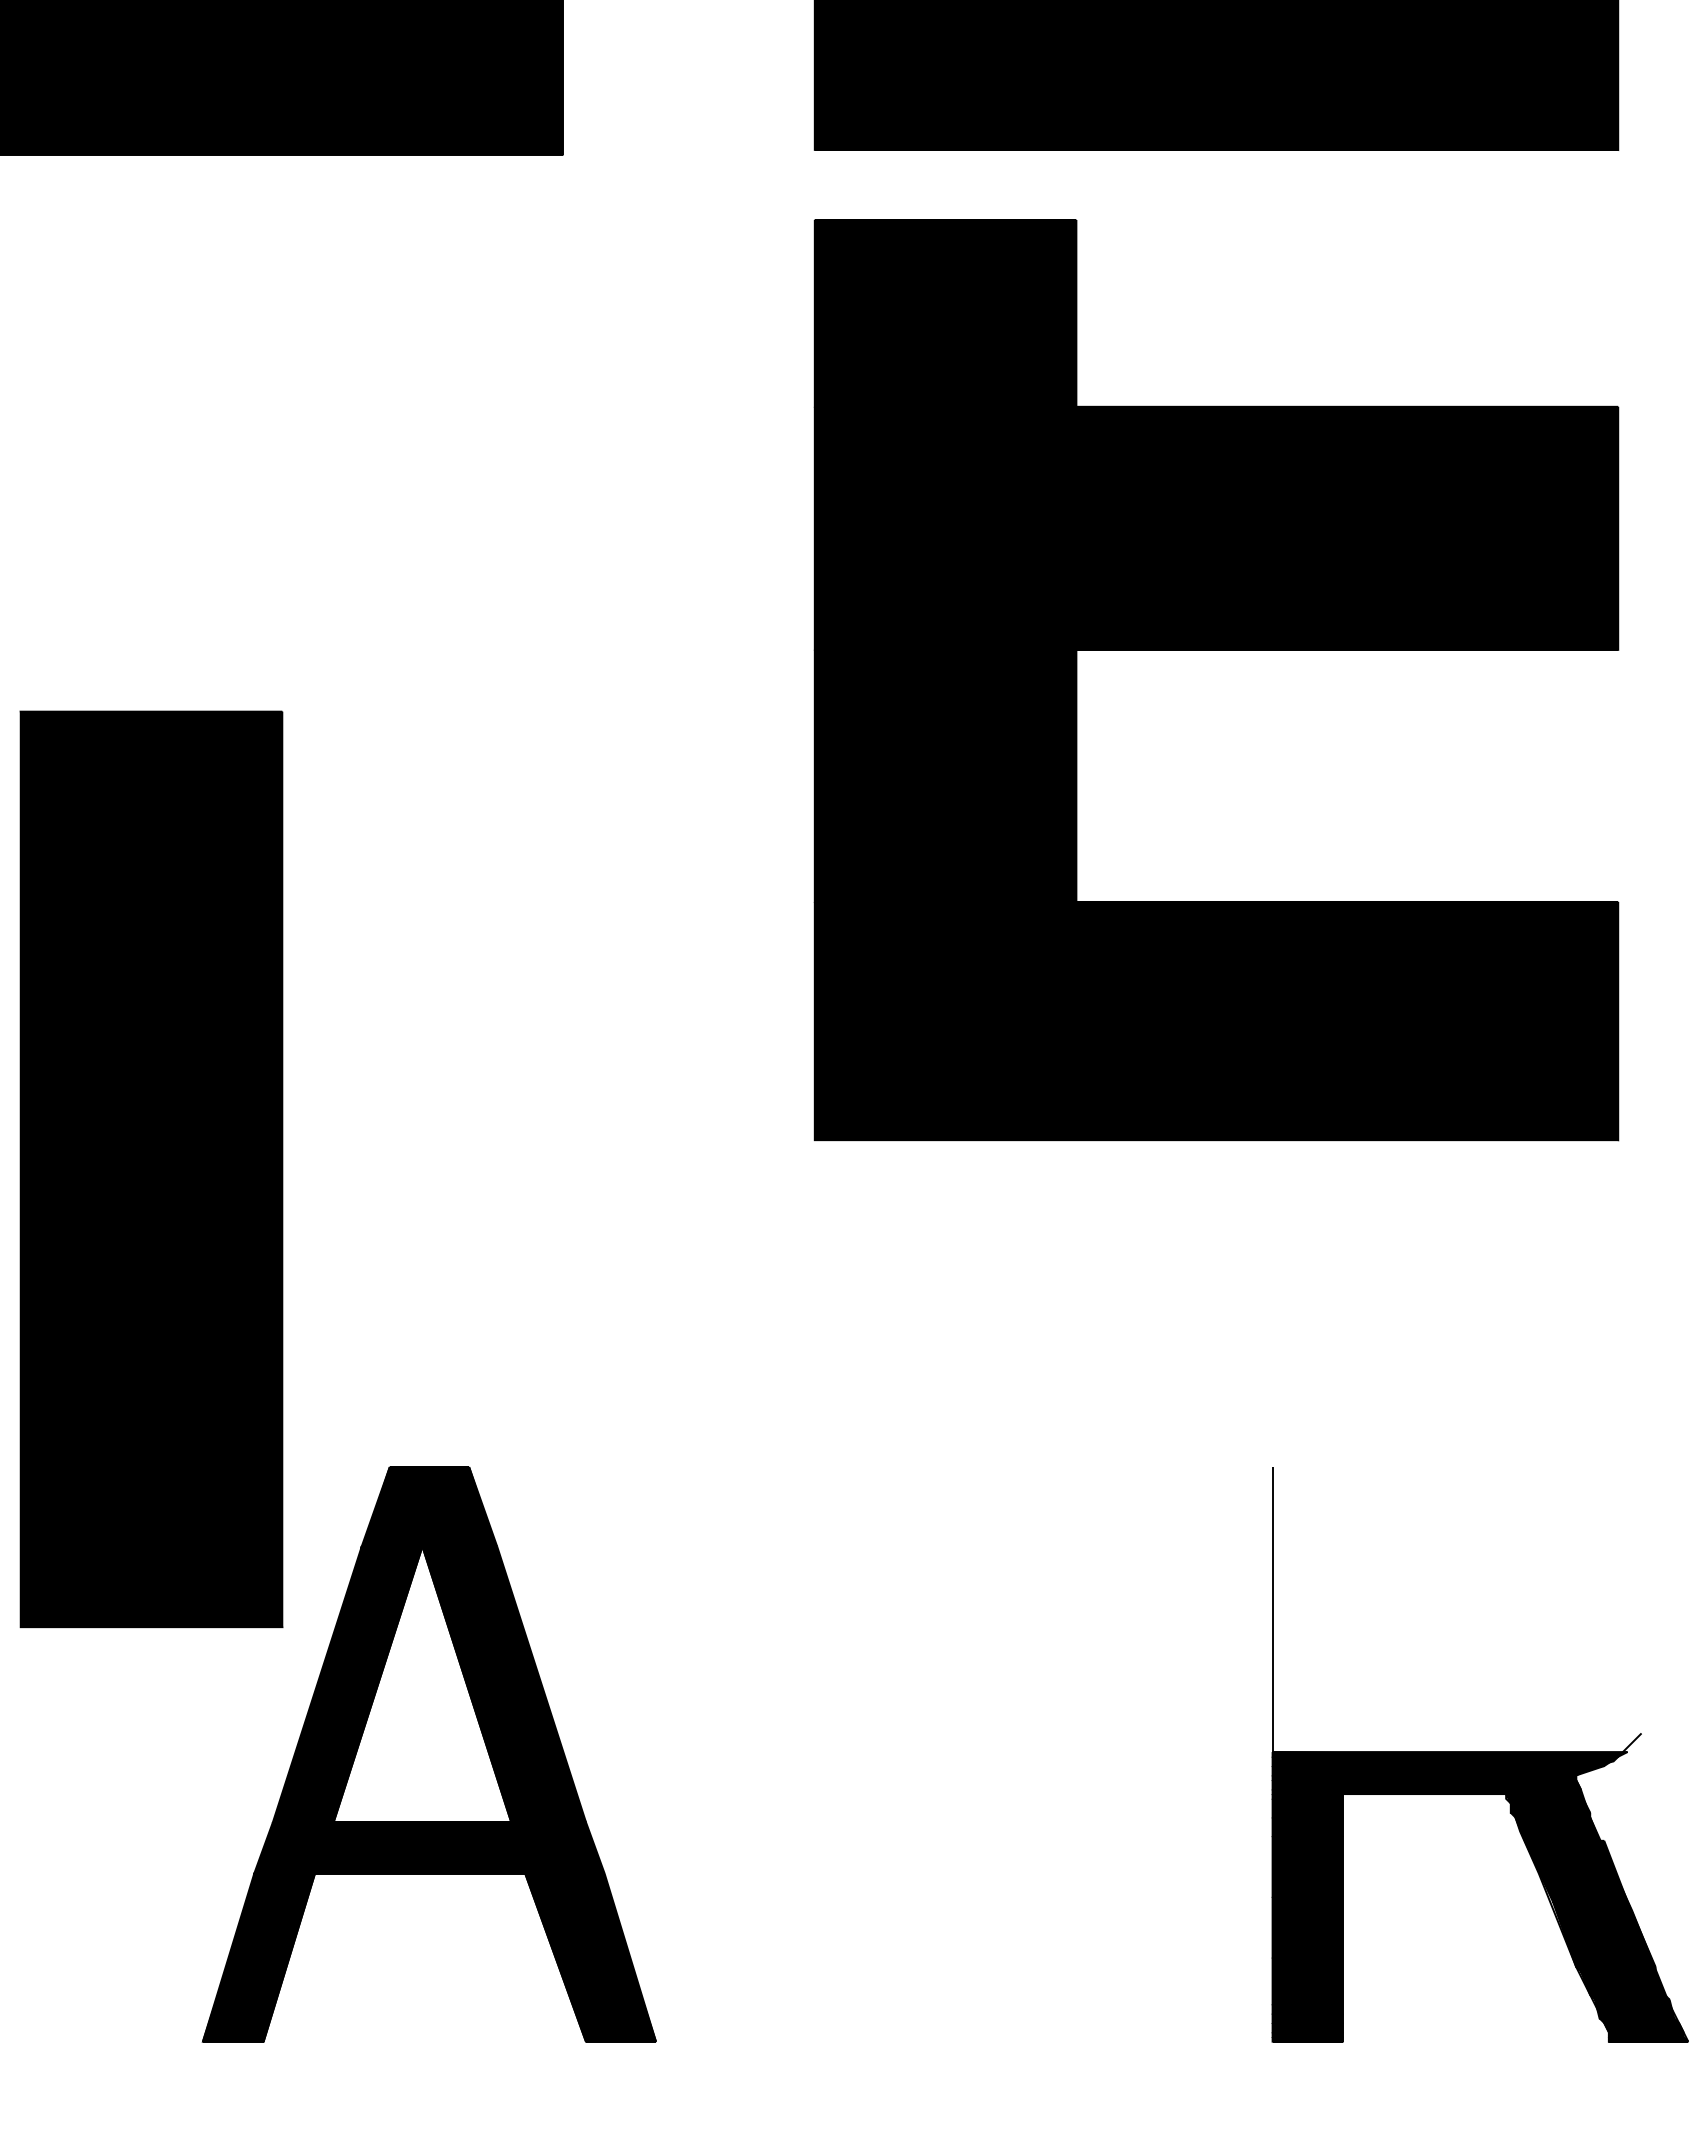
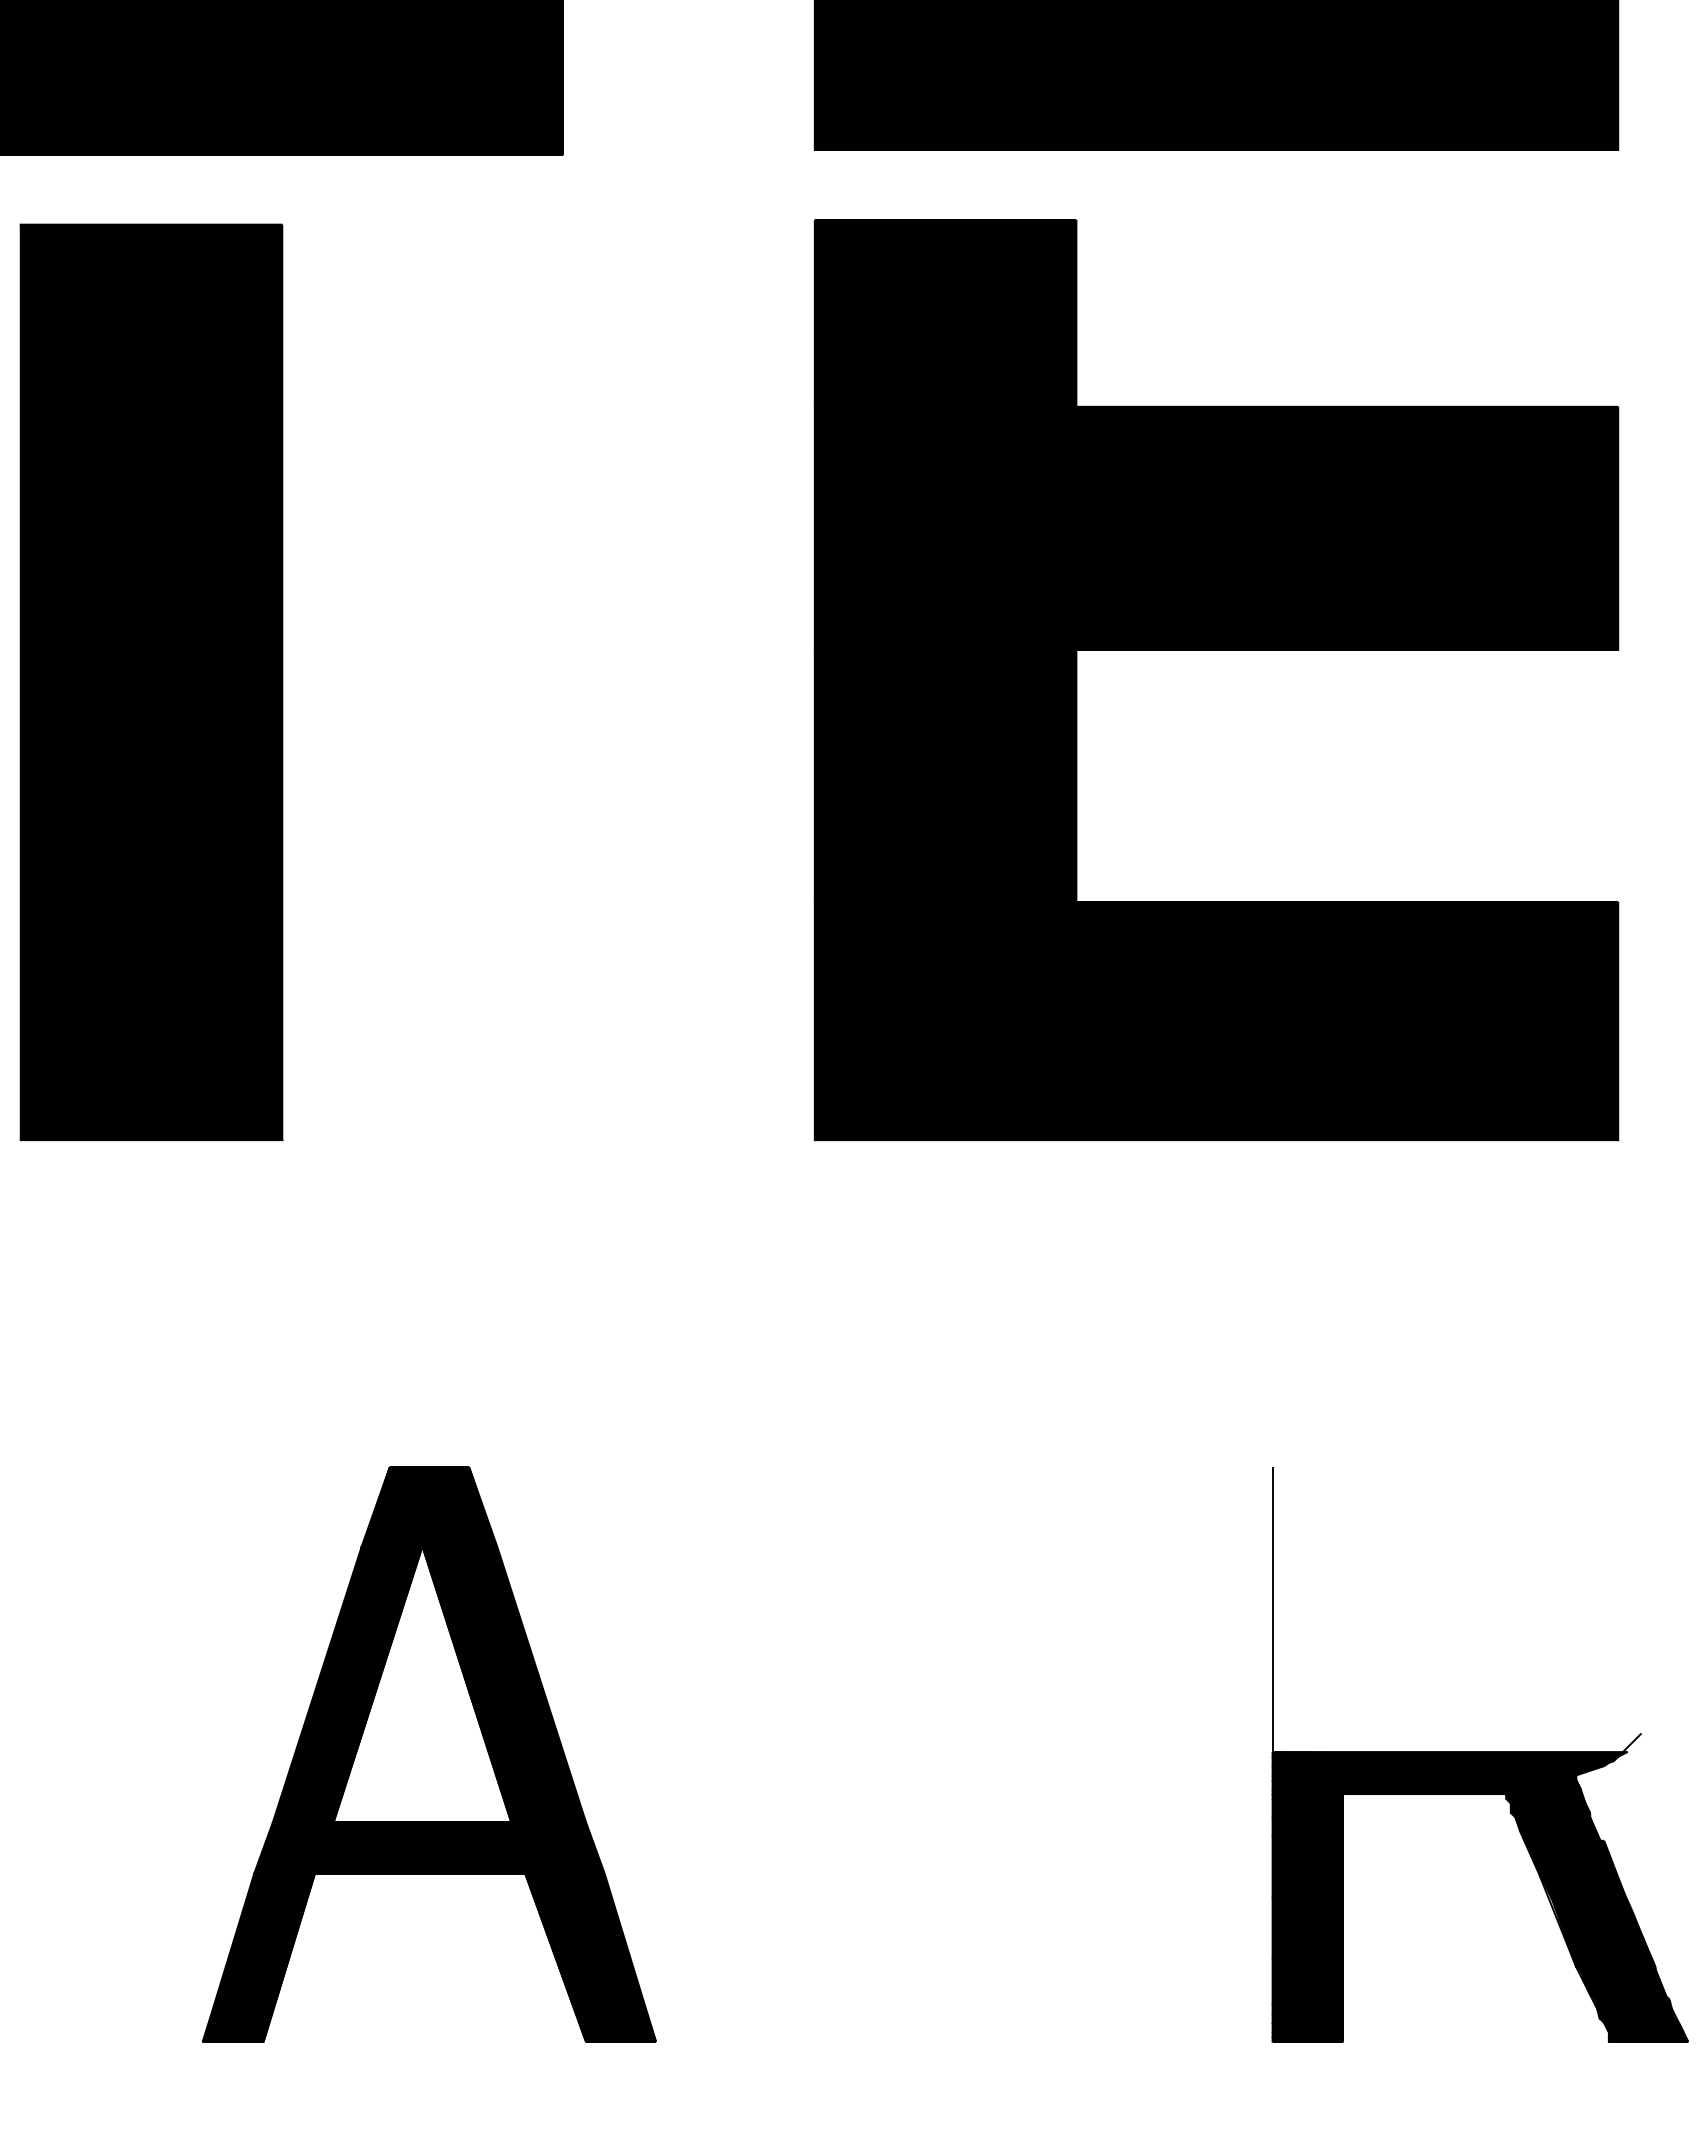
part at (151, 1169) position: (151, 1169) -> (151, 682)
